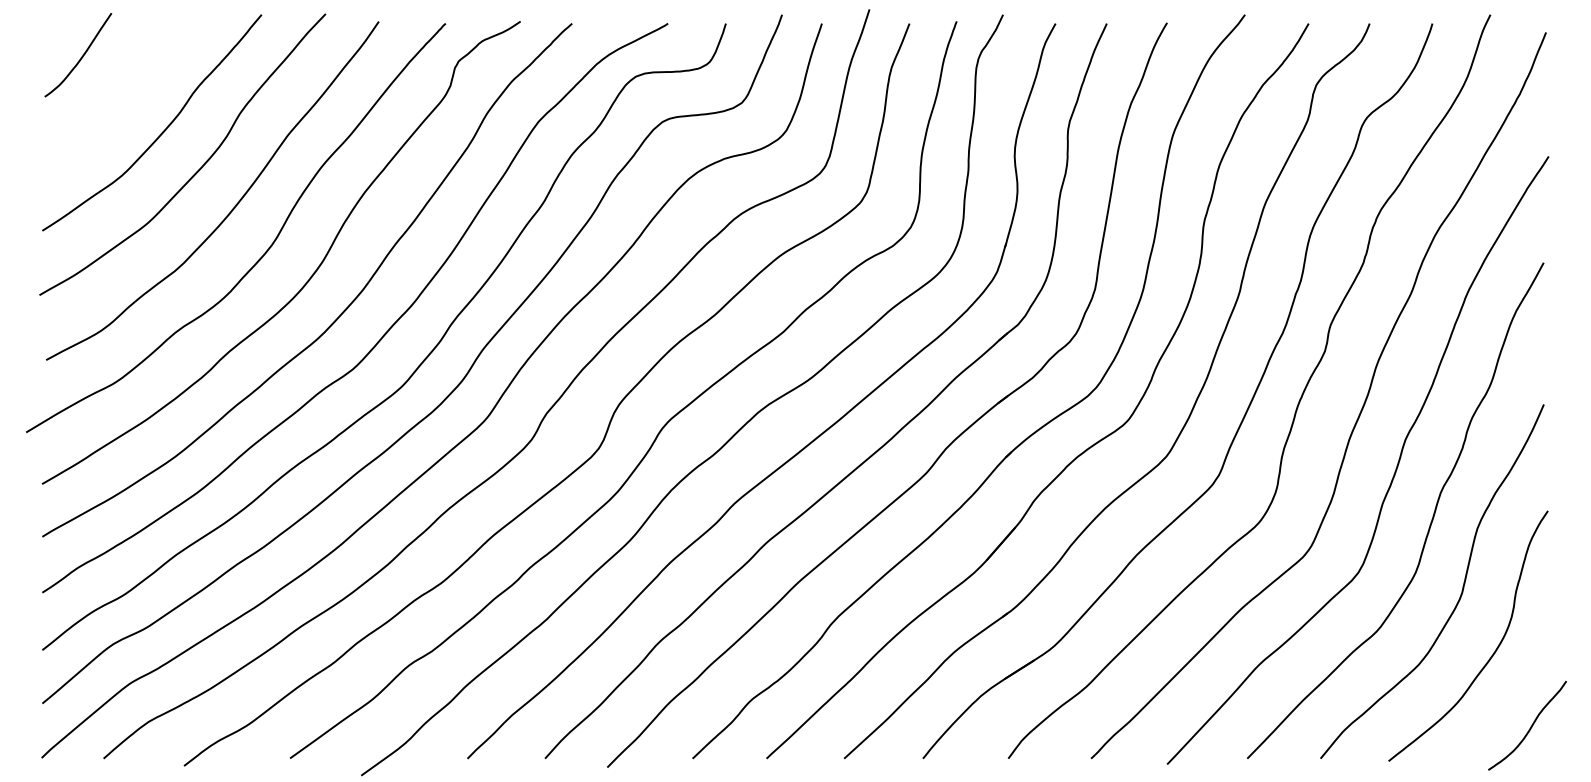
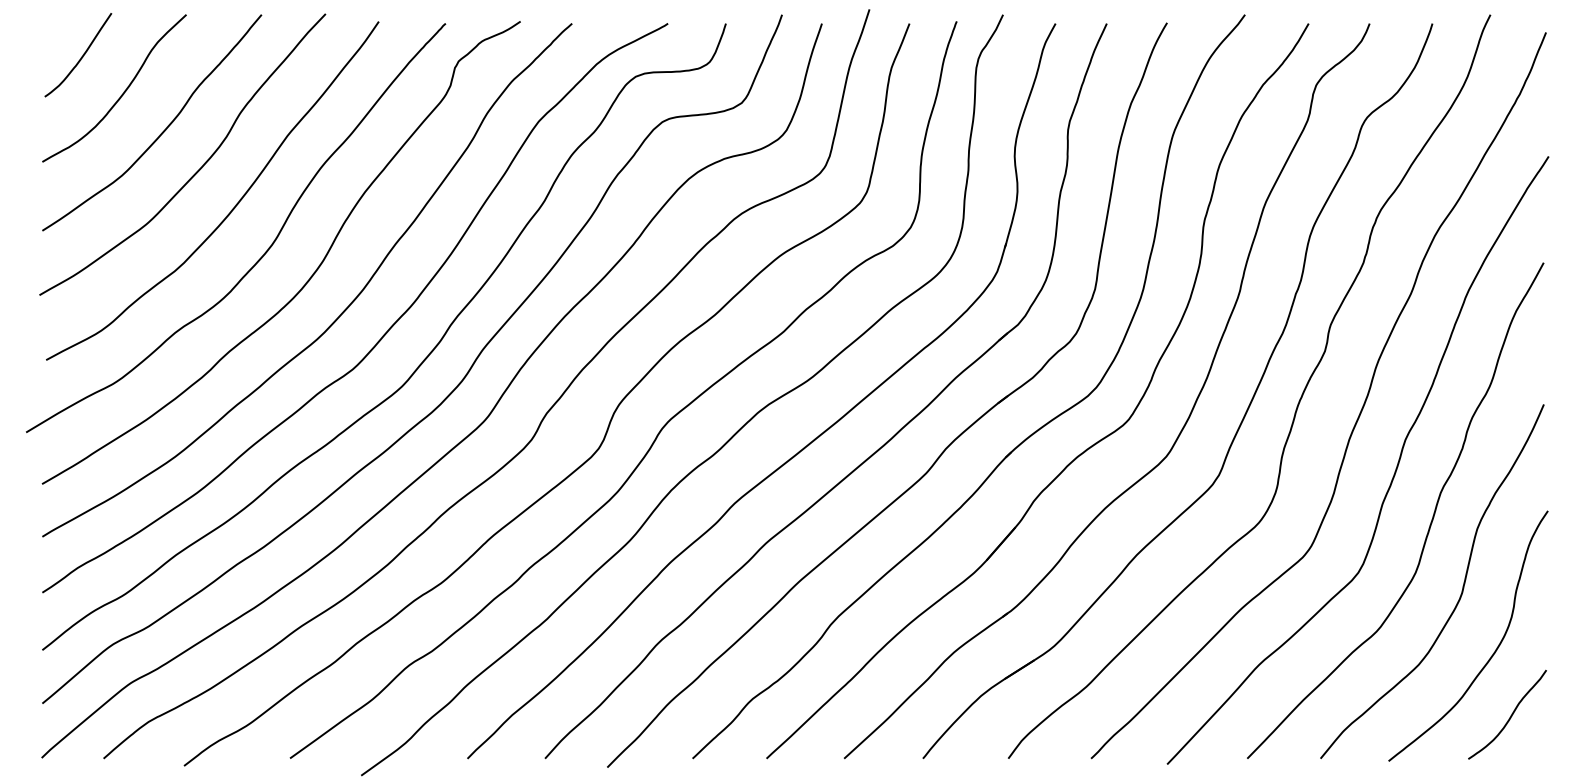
curve at (121, 94): none -> present
curve at (1530, 726) position: (1530, 726) -> (1510, 715)
